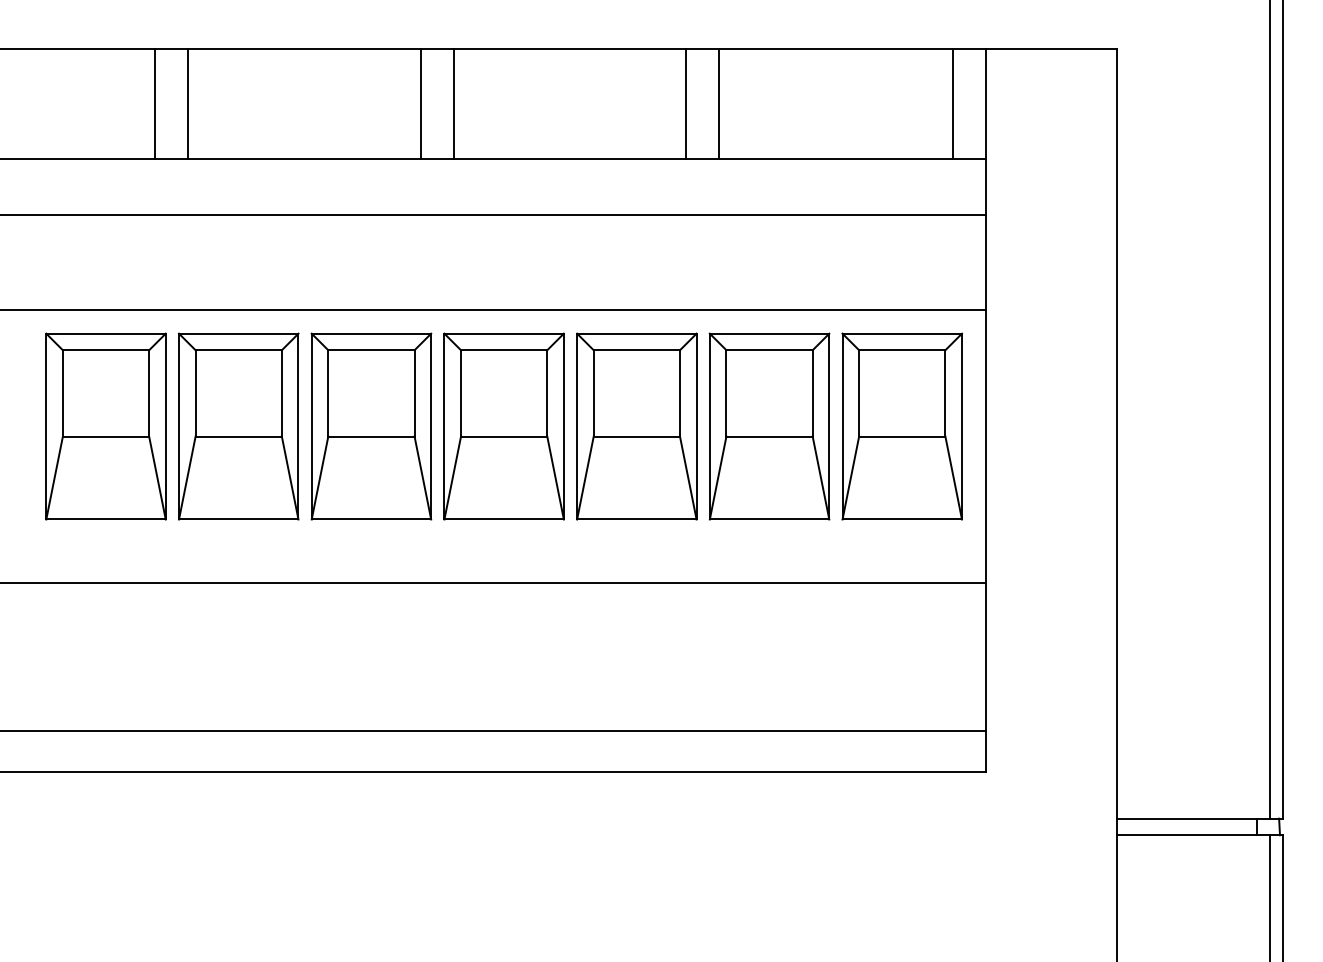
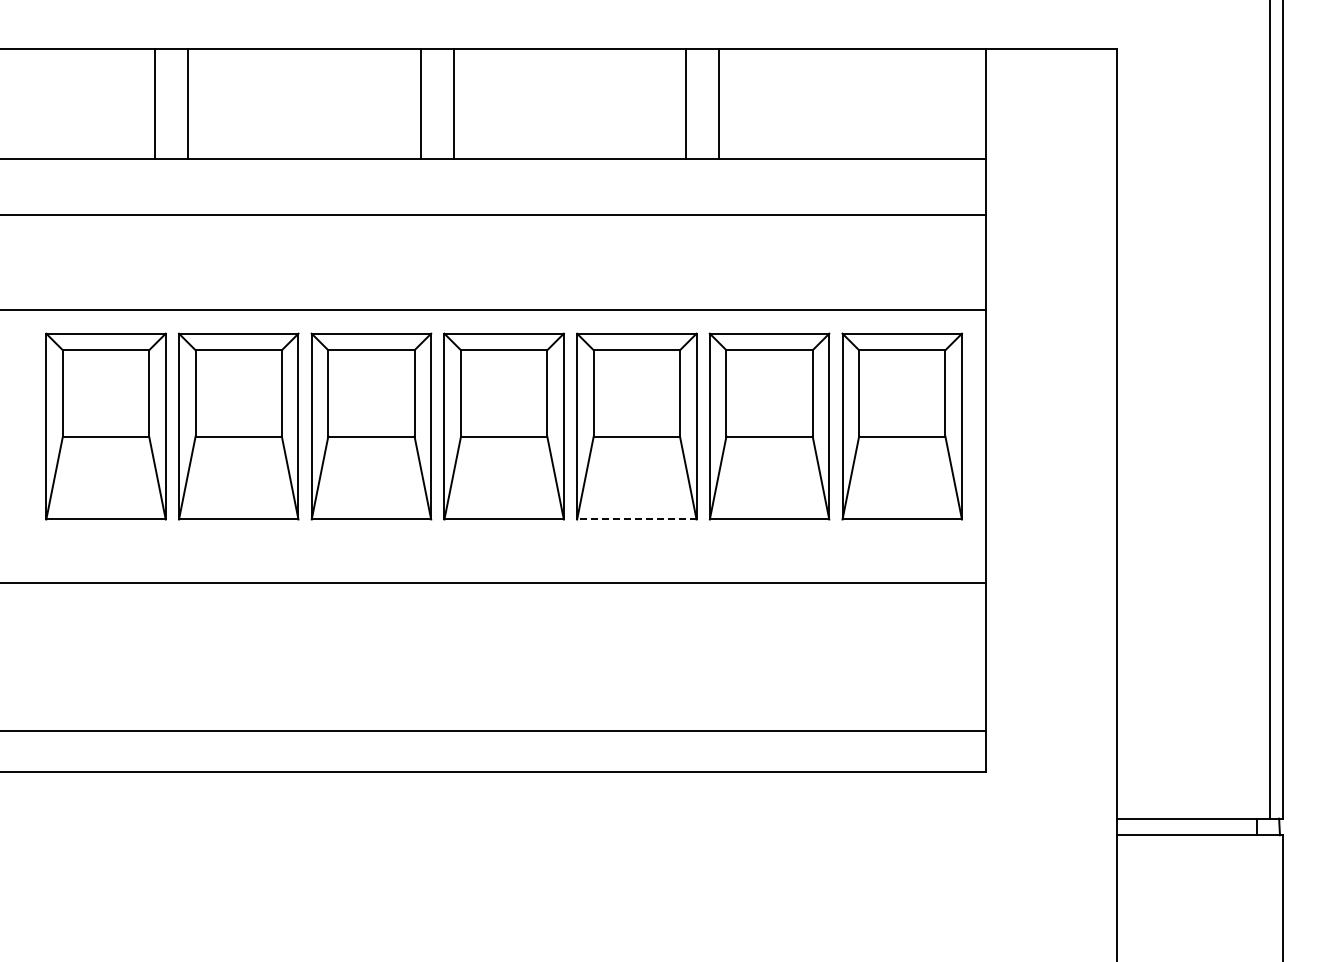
line at (952, 103): present -> none
line at (636, 519): solid -> dashed
line at (1270, 896): present -> none
